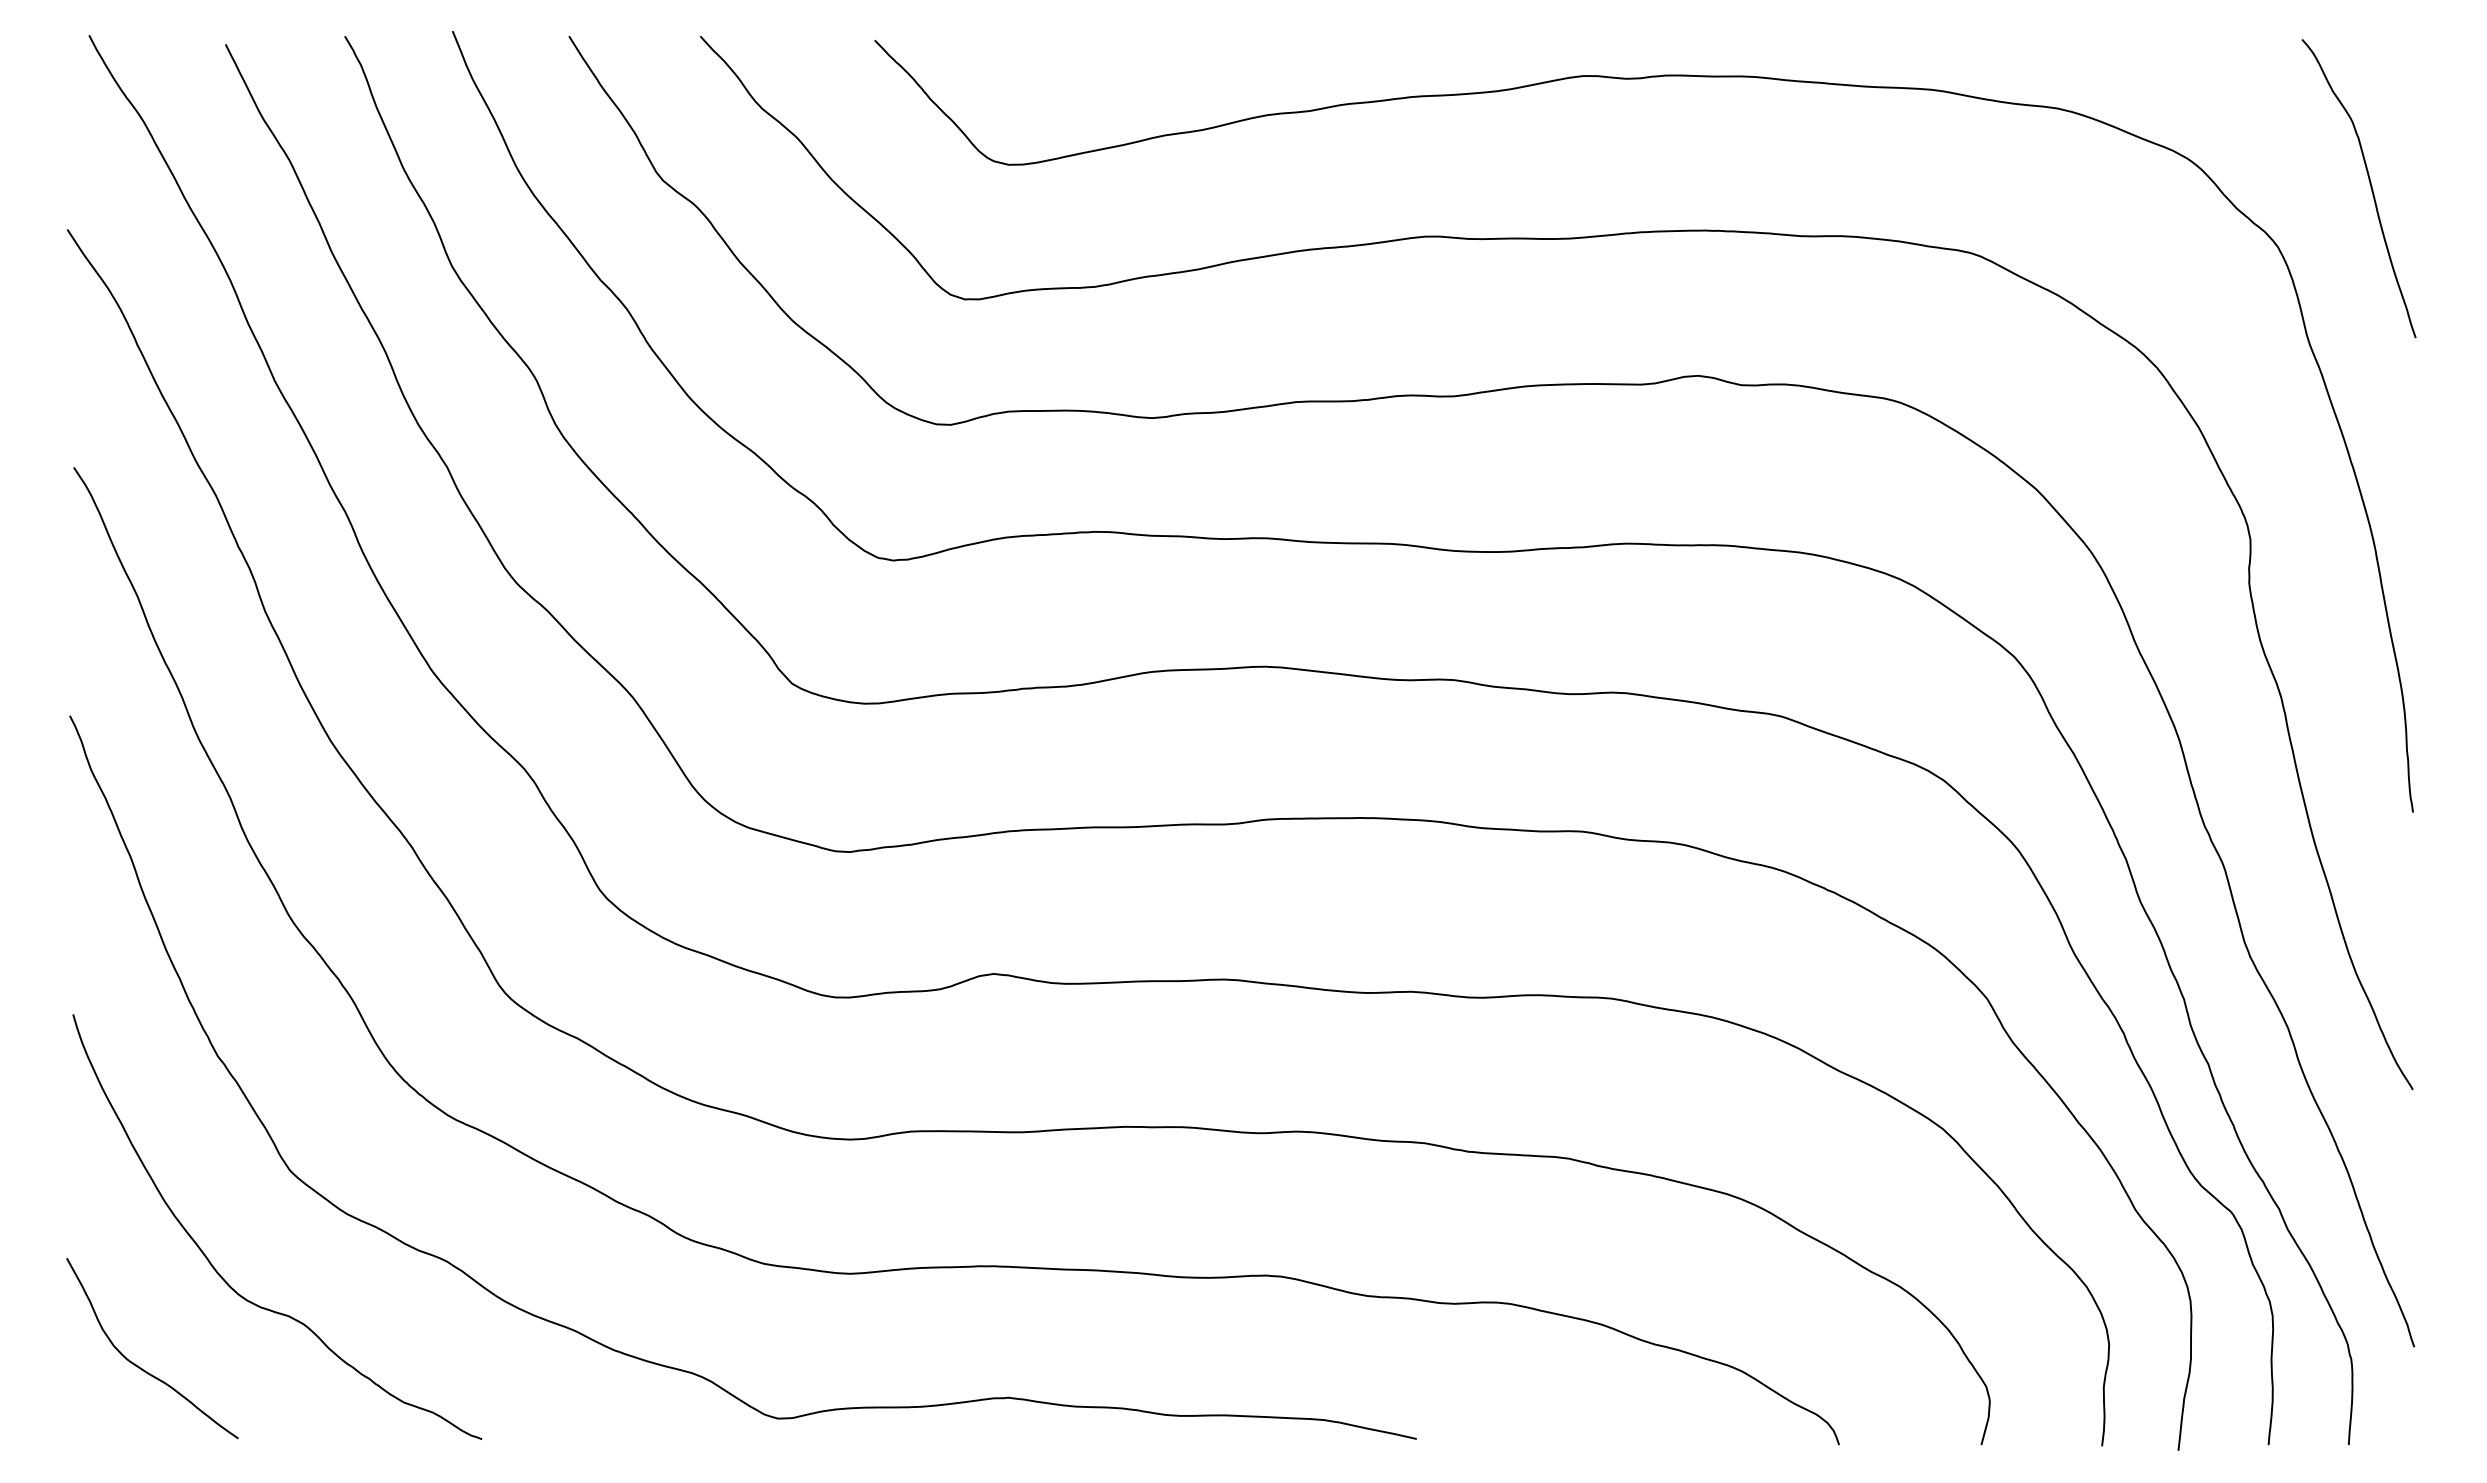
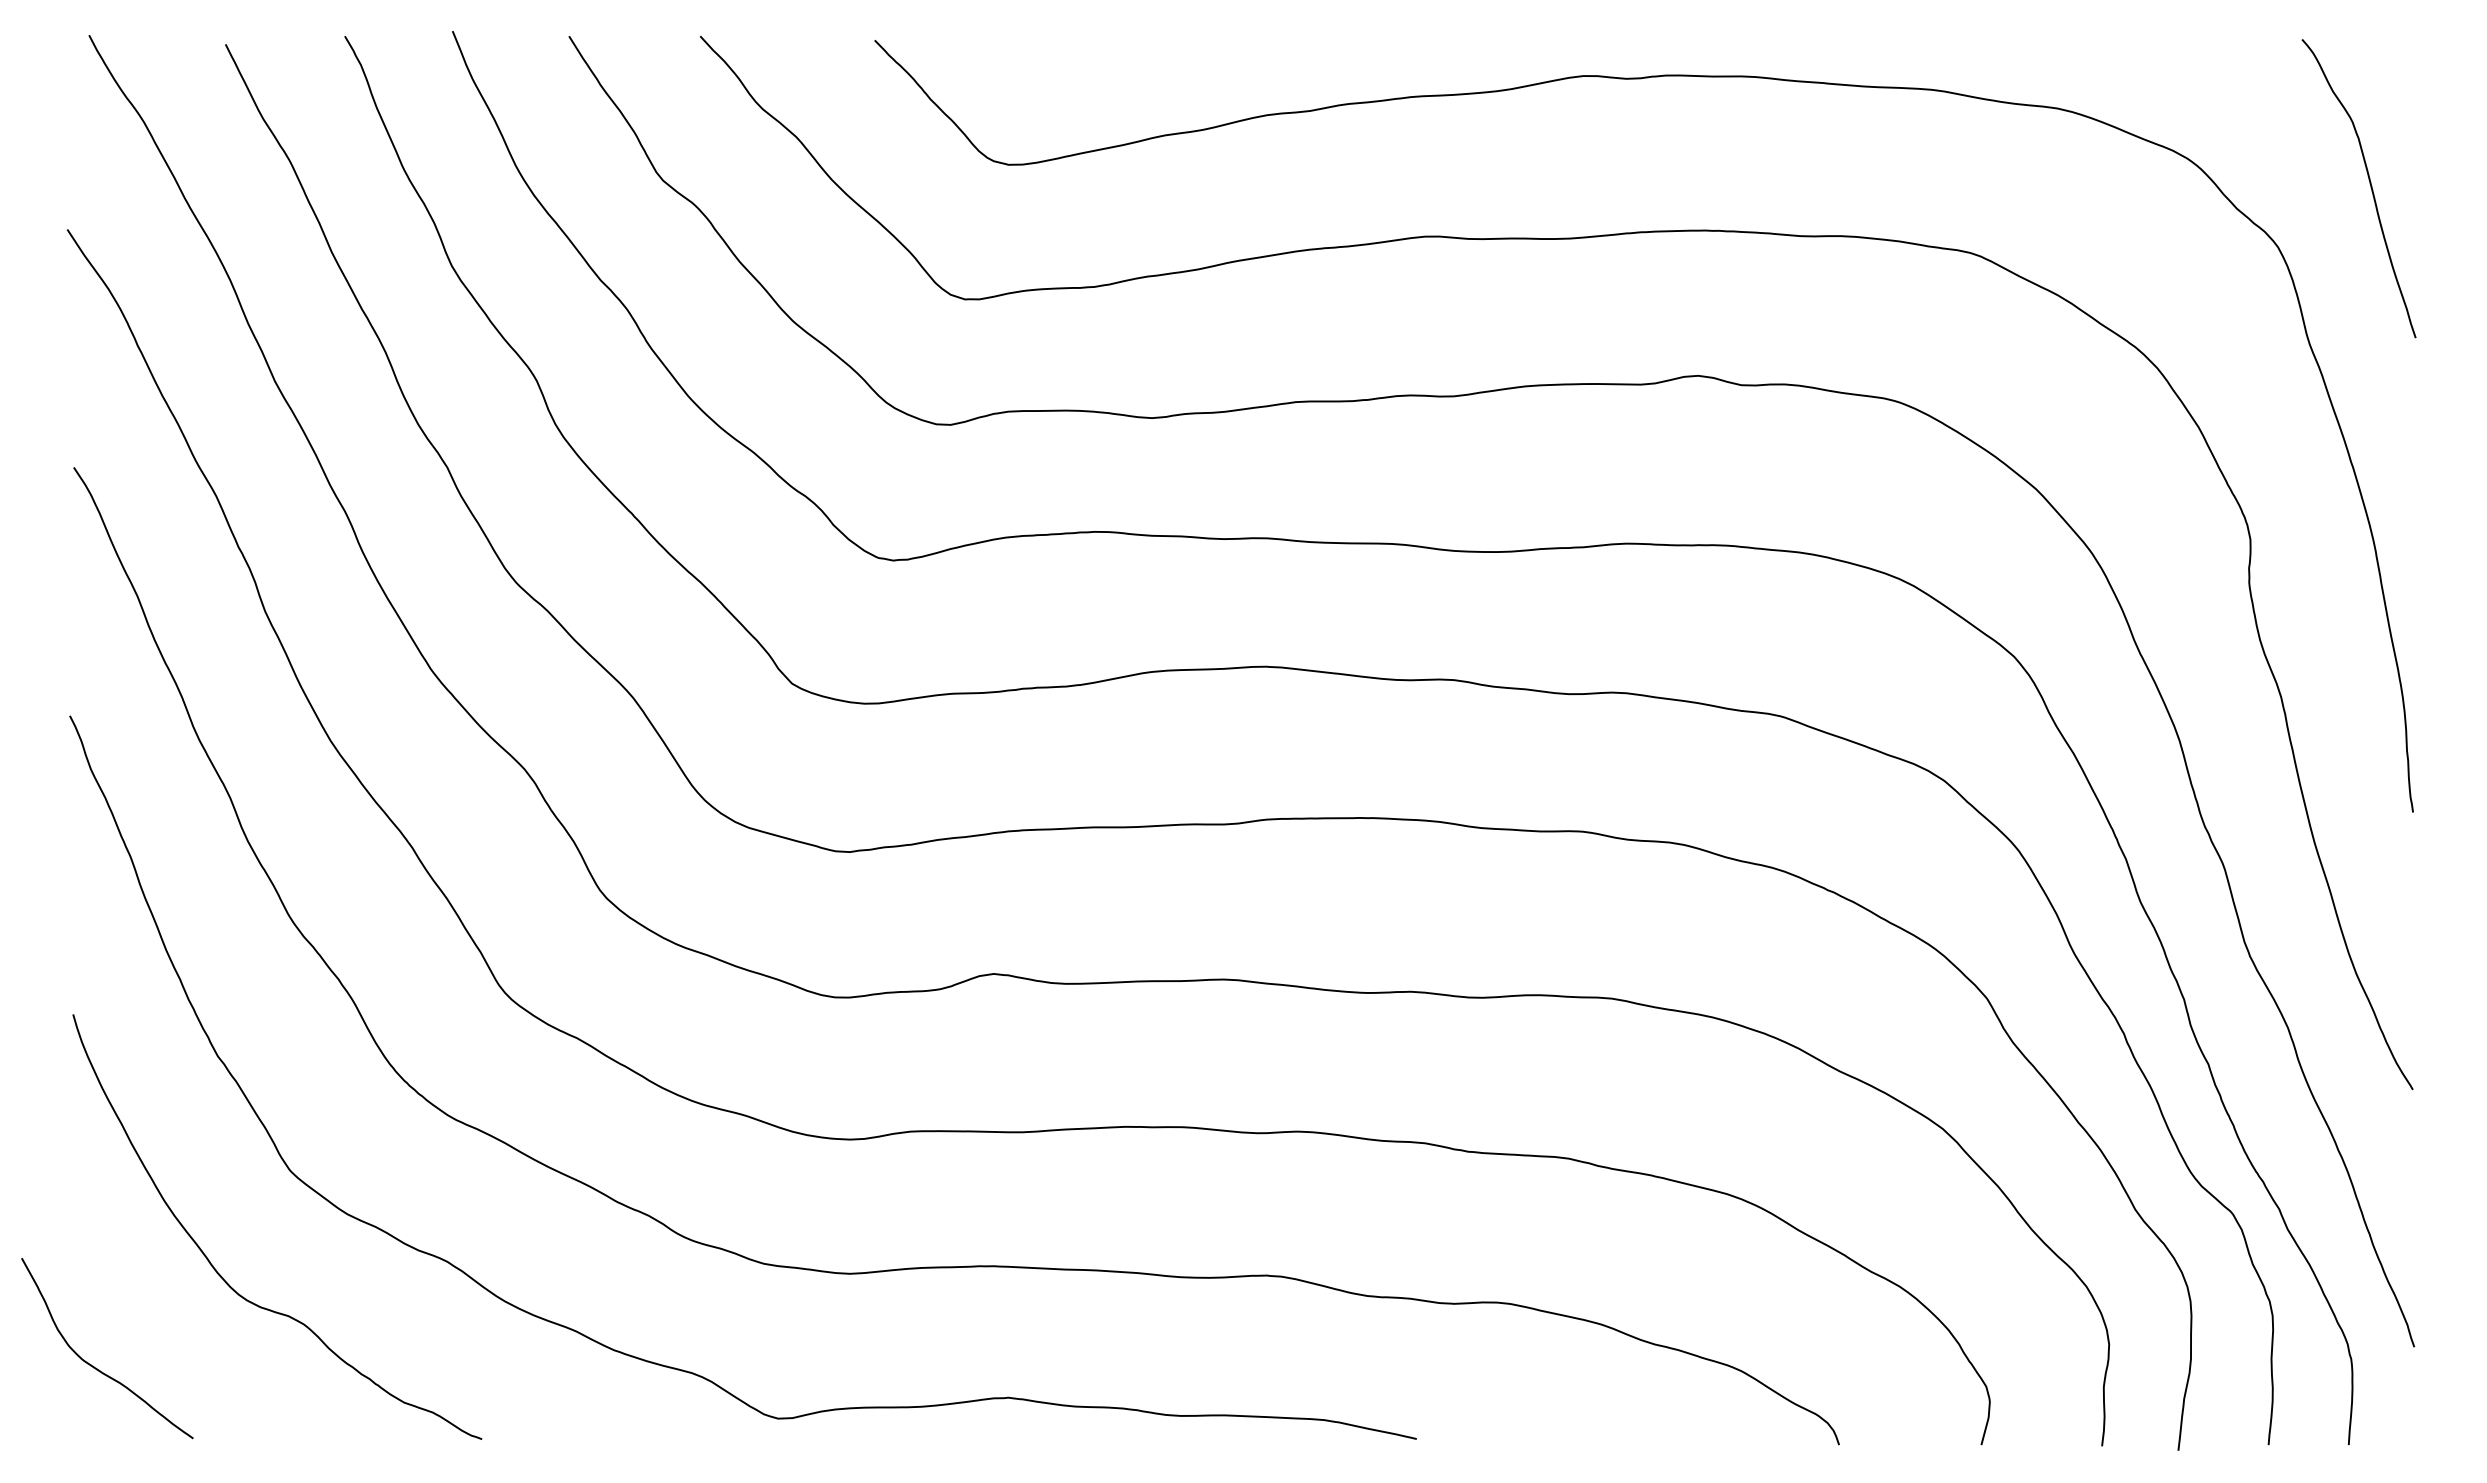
curve at (141, 1367) position: (141, 1367) -> (96, 1367)
